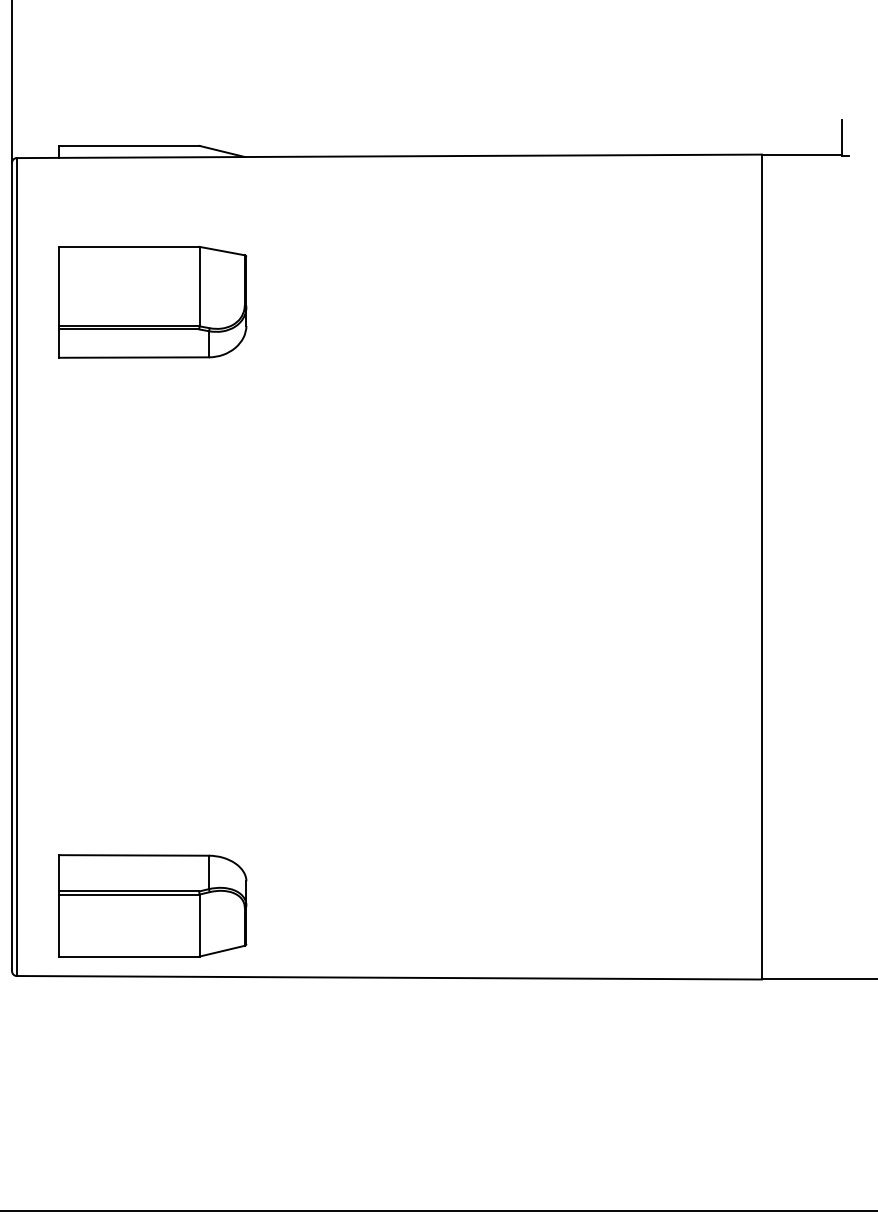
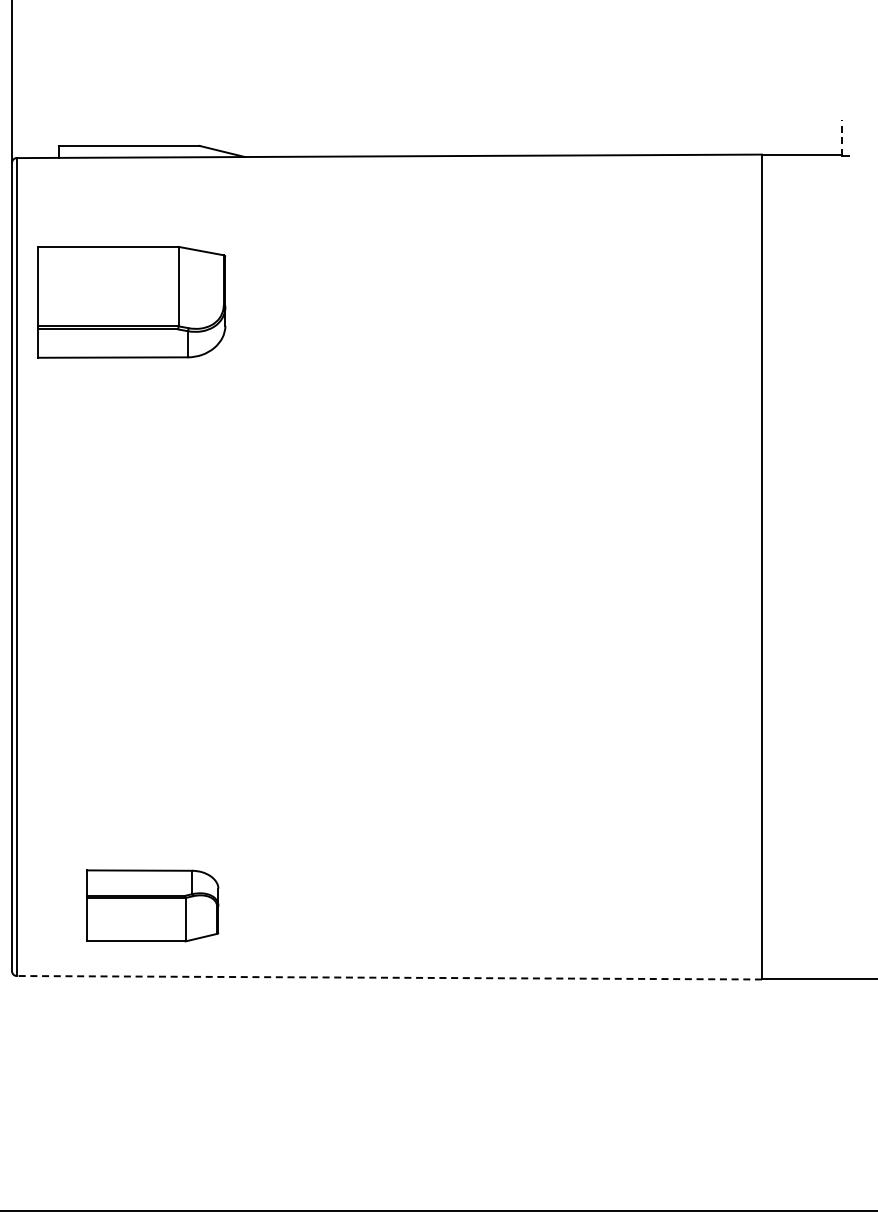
line at (841, 137): solid -> dashed
part at (152, 302) position: (152, 302) -> (131, 302)
part at (152, 905) size: 190x104 px -> 134x74 px
line at (389, 977): solid -> dashed
